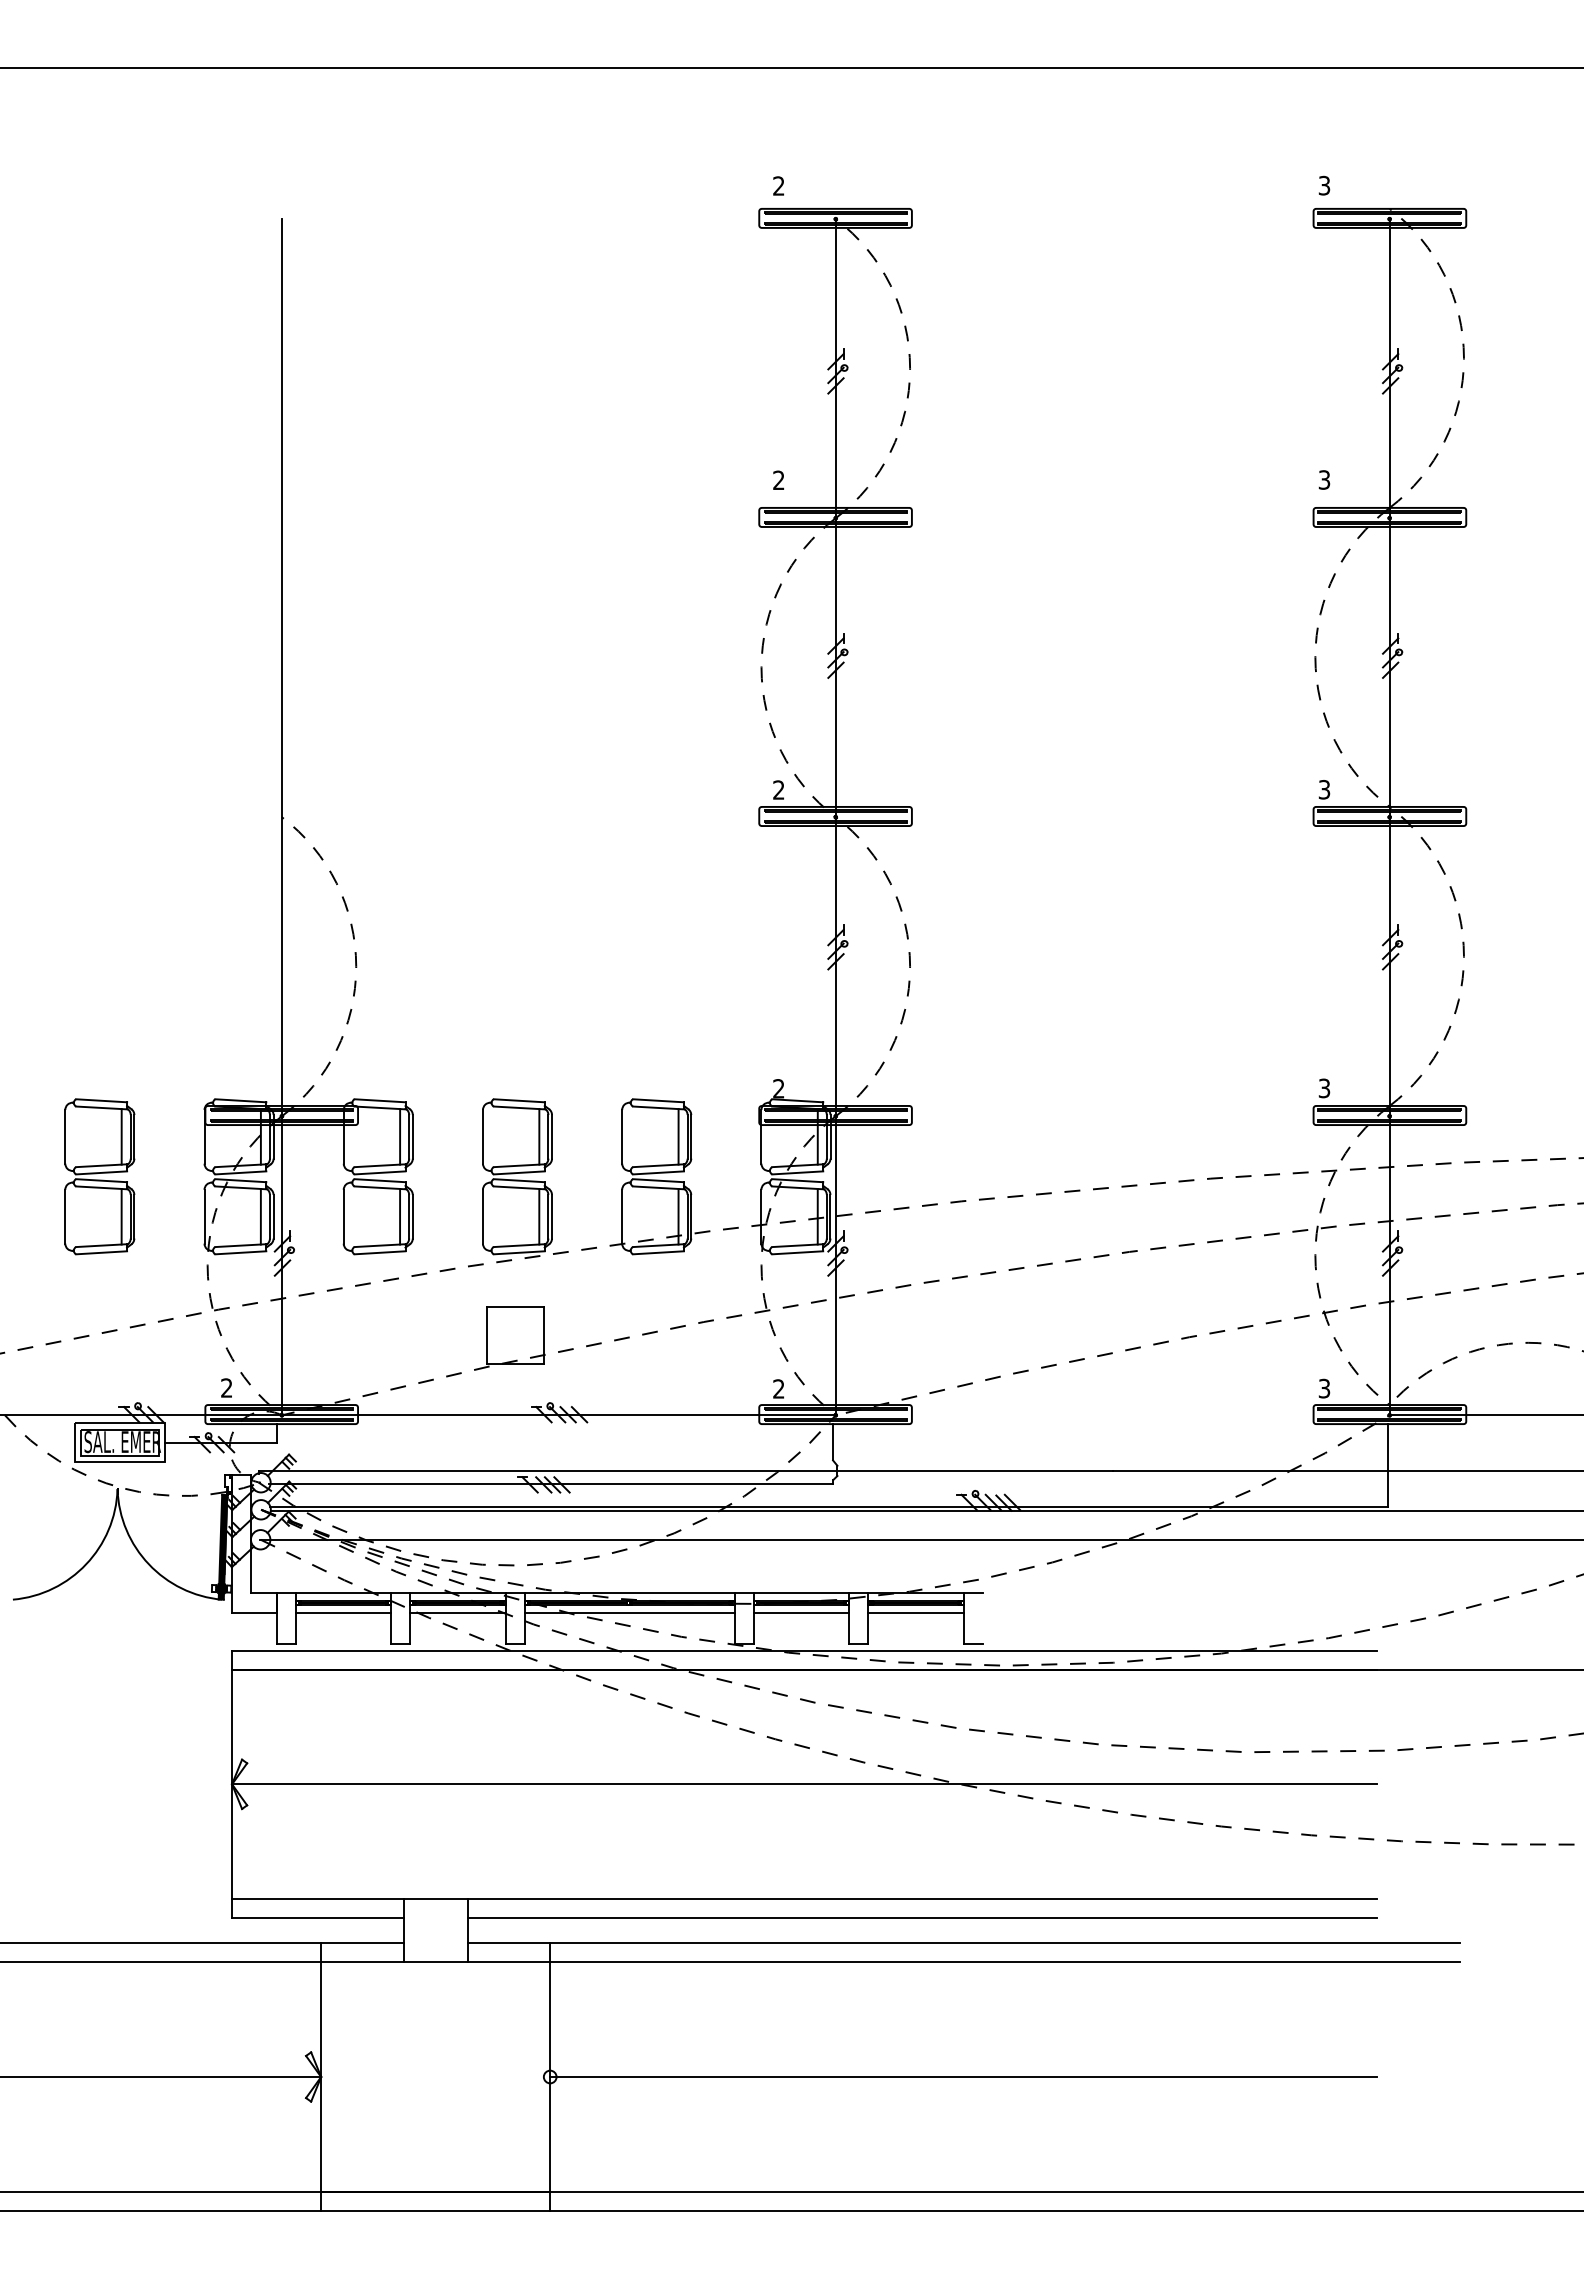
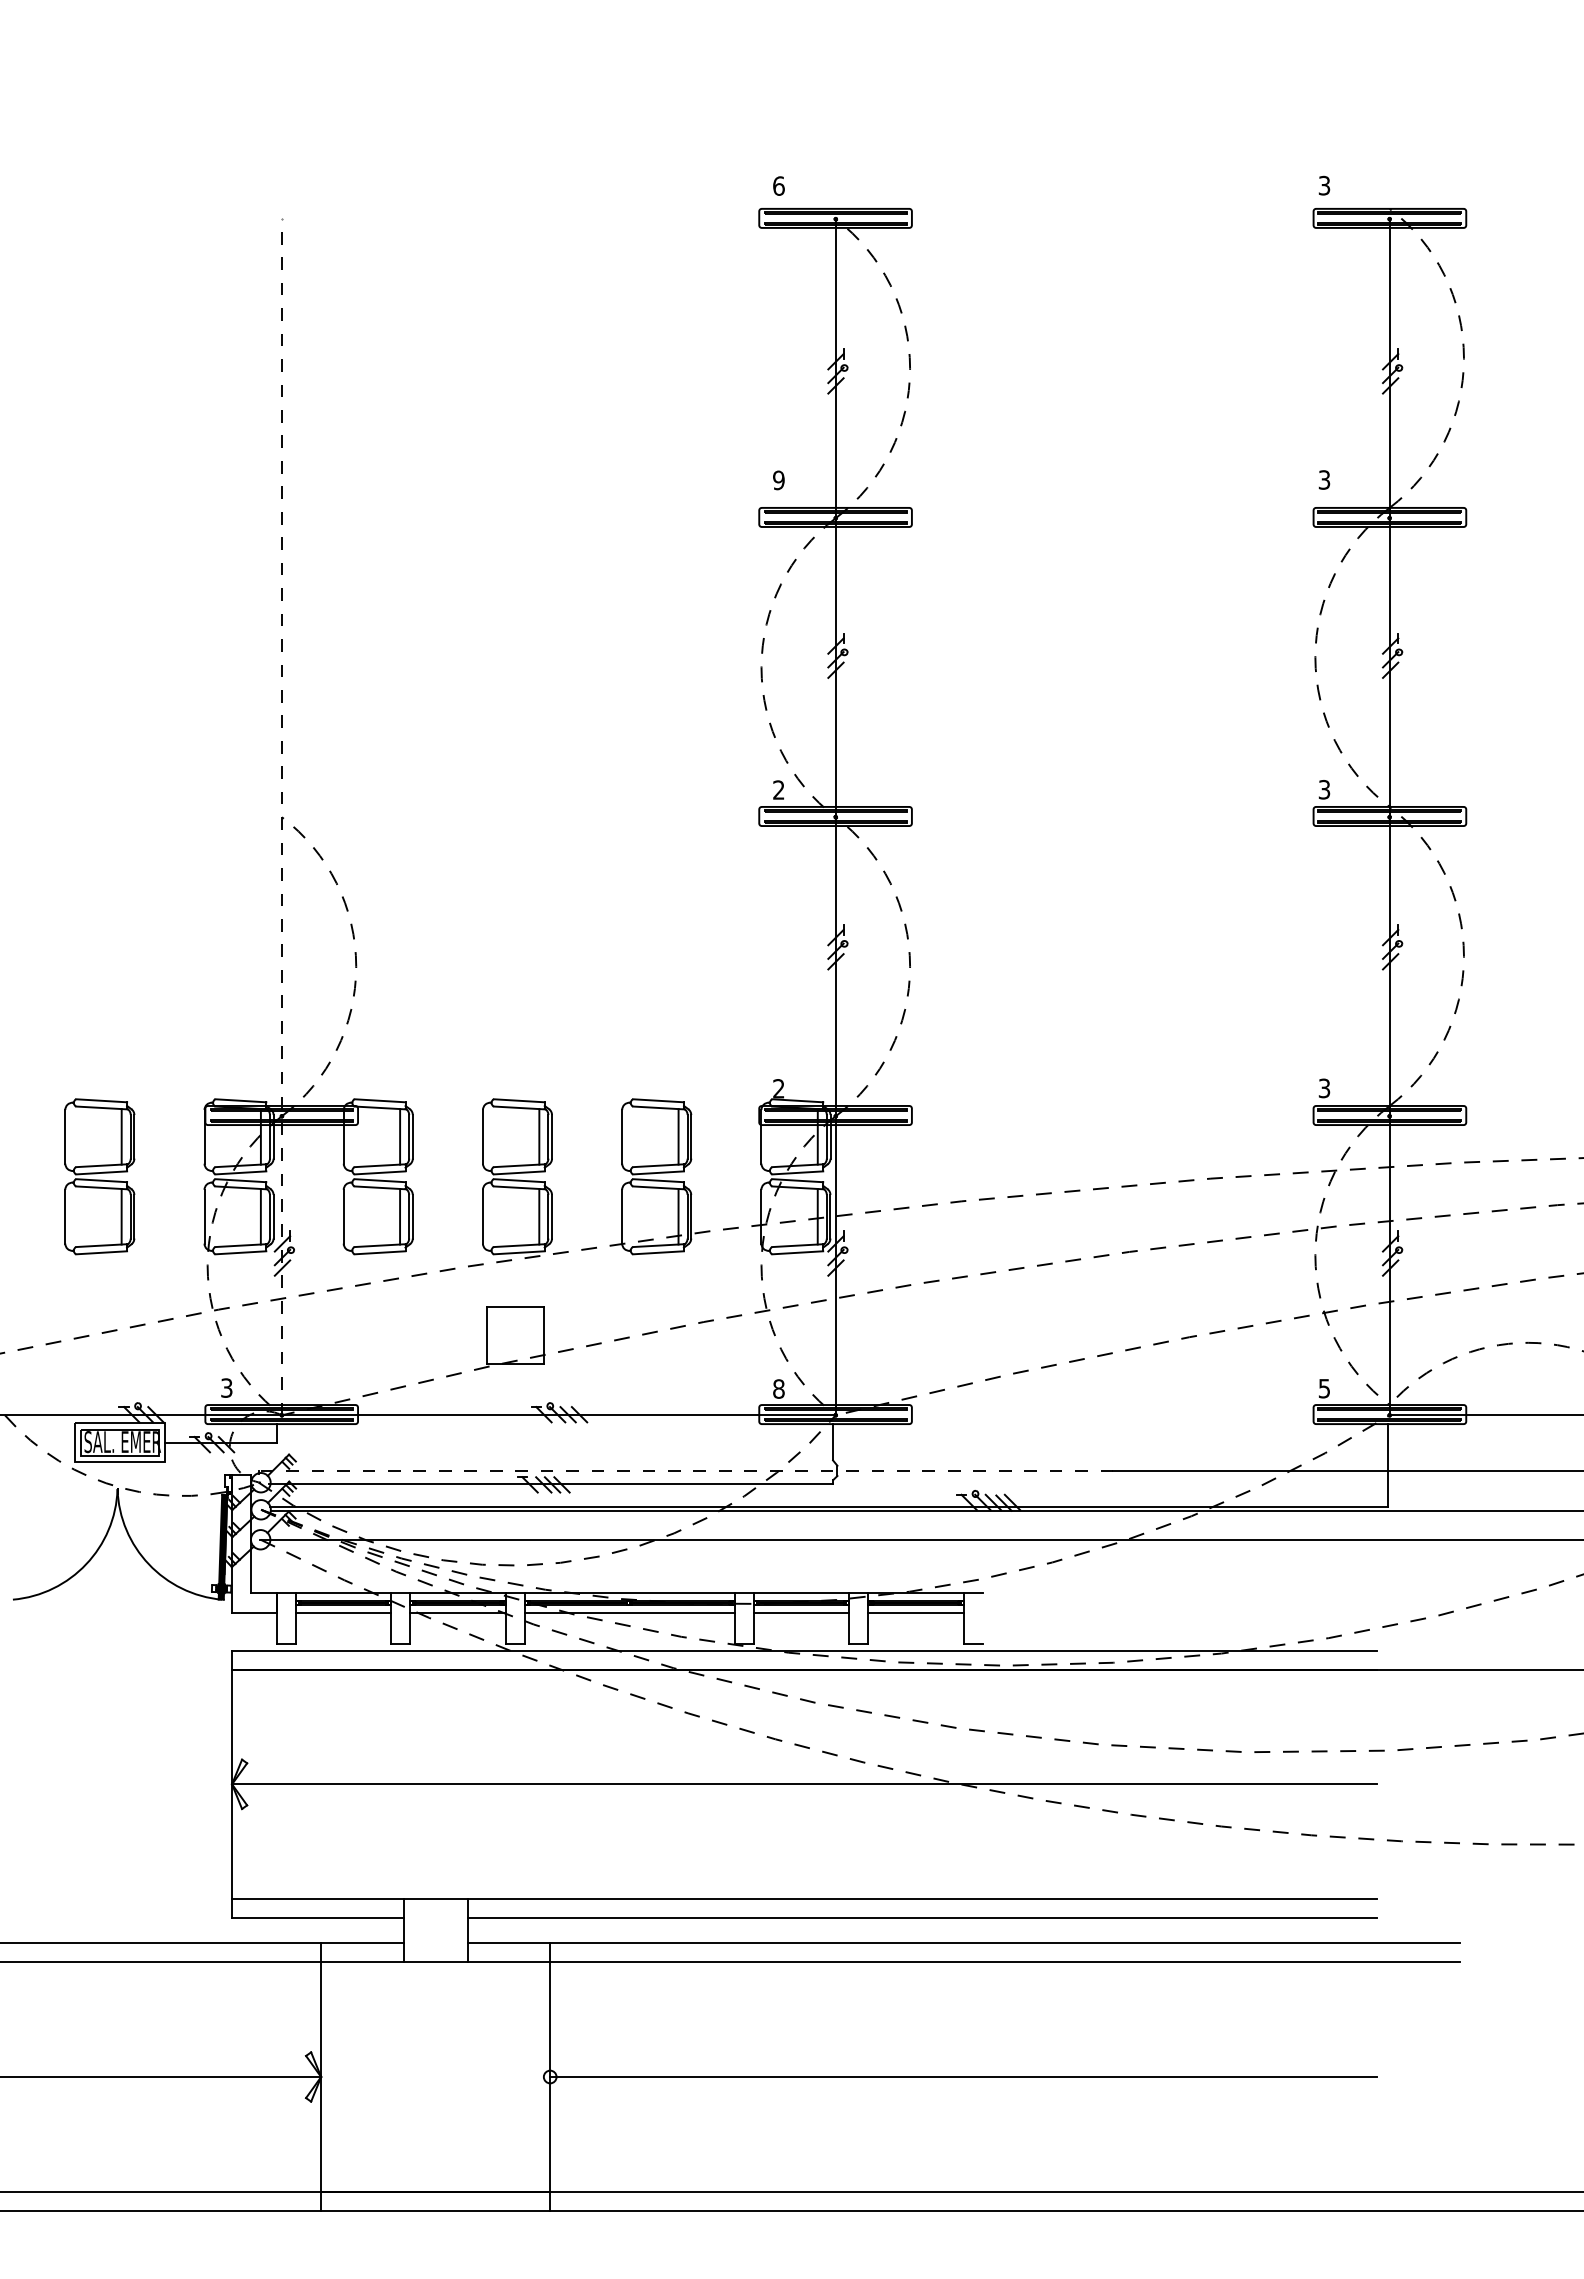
line at (791, 68): present -> none
text at (778, 185): 2 -> 6
text at (778, 480): 2 -> 9
line at (281, 816): solid -> dashed
text at (226, 1387): 2 -> 3
text at (1324, 1387): 3 -> 5
text at (778, 1388): 2 -> 8
line at (685, 1470): solid -> dashed
